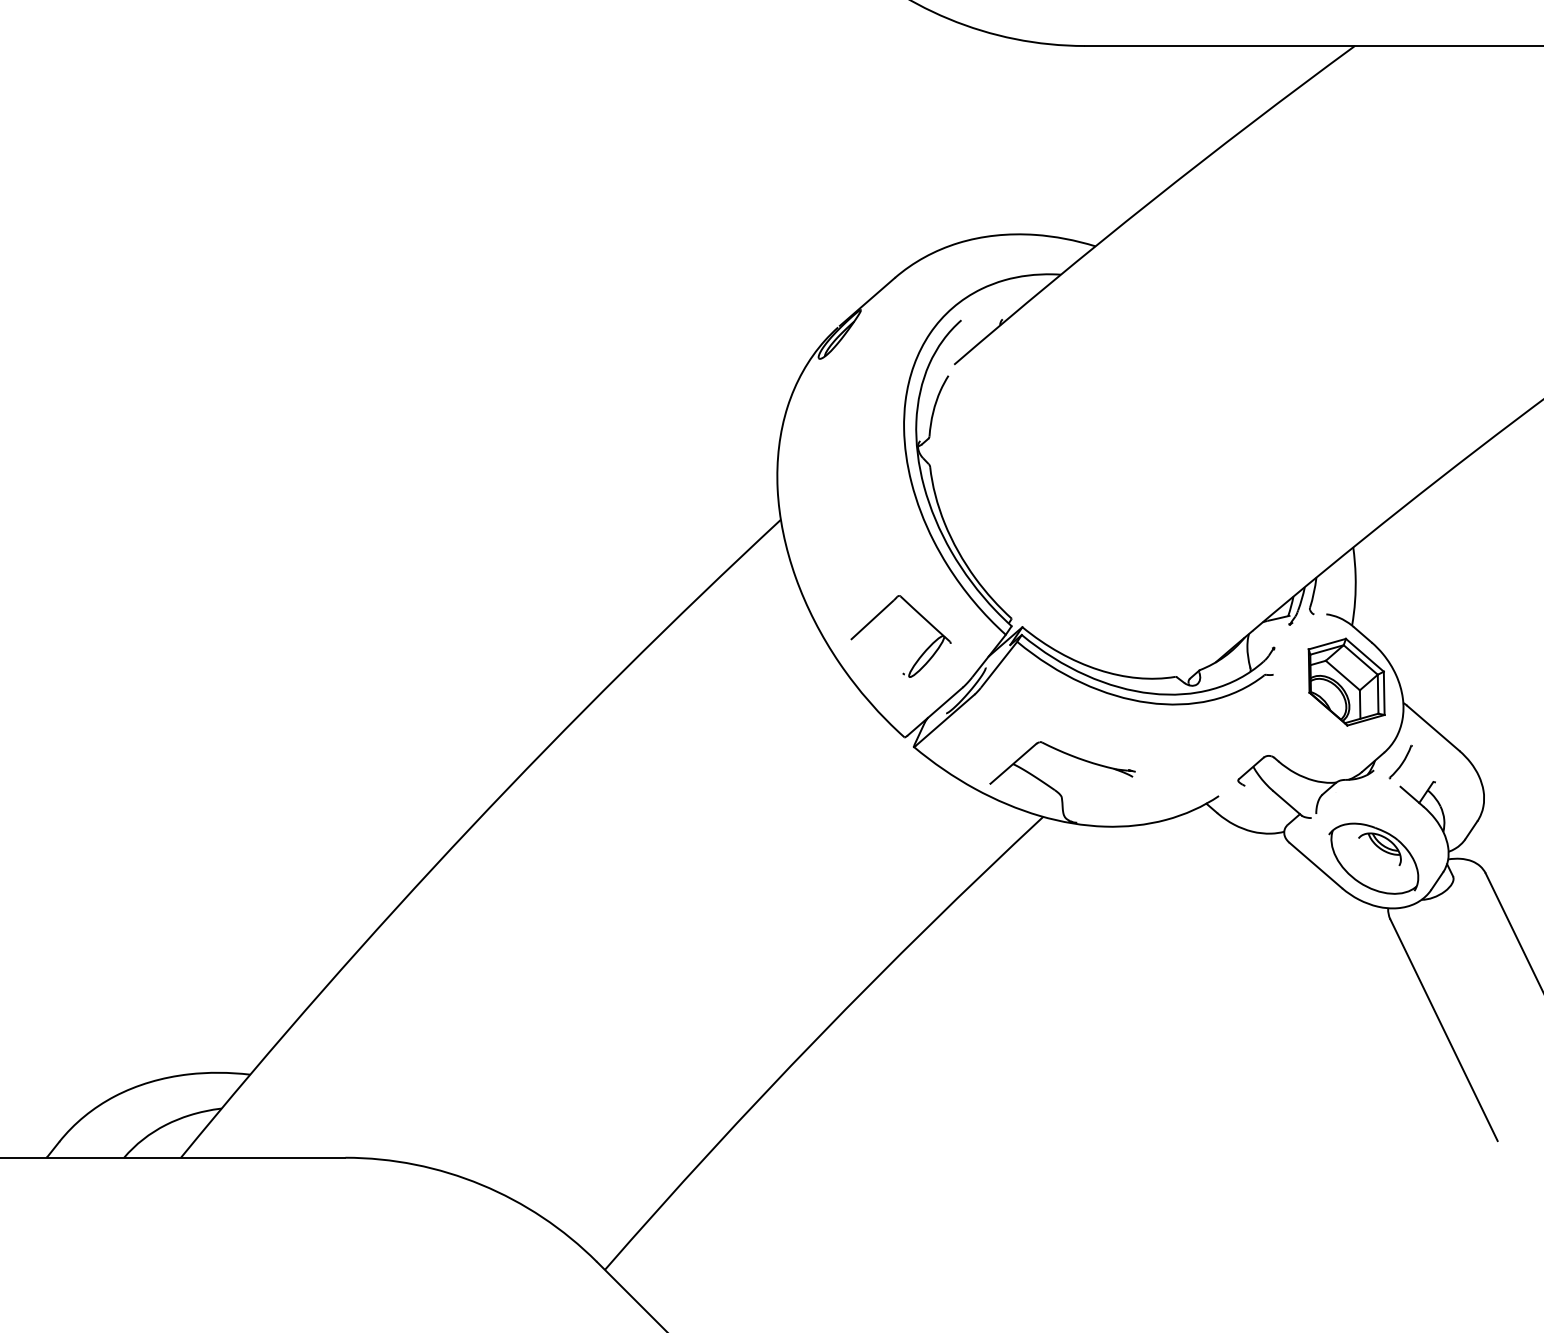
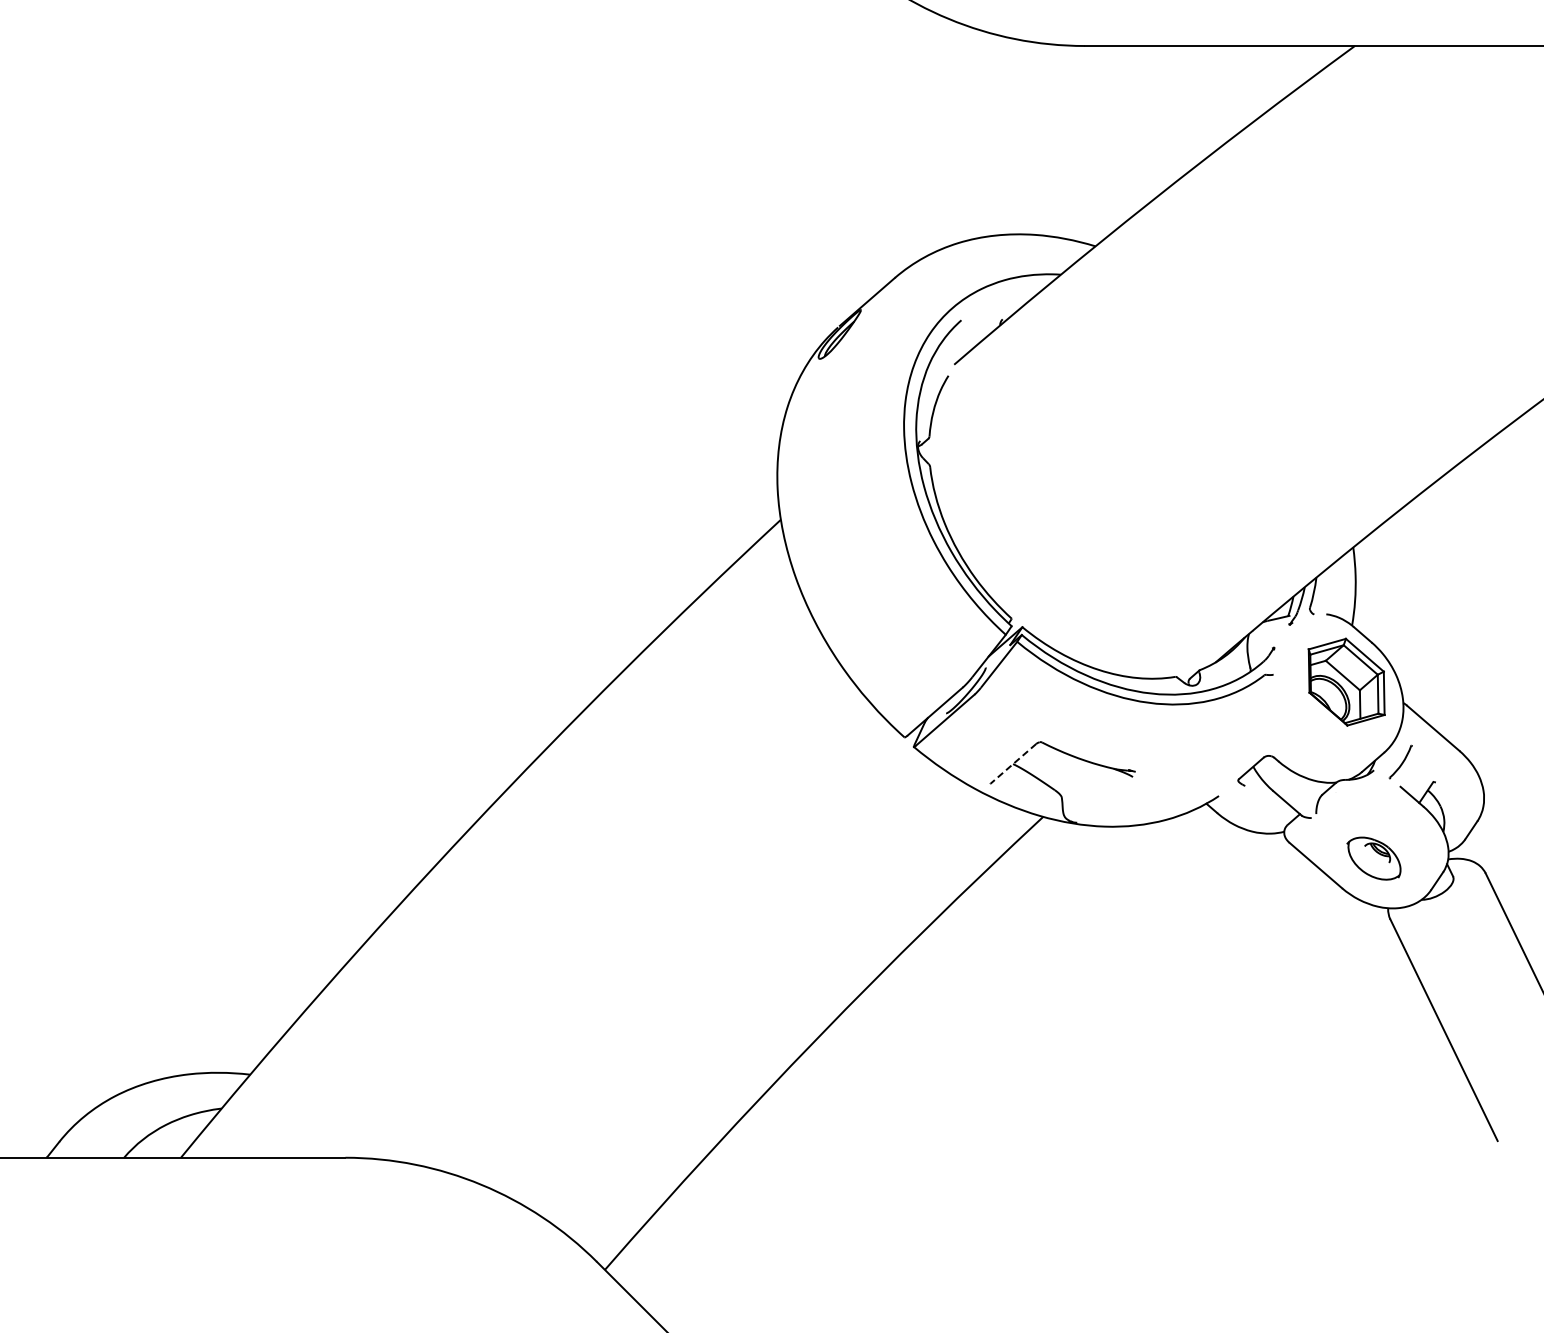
part at (920, 655): present -> none
line at (1013, 764): solid -> dashed
part at (1373, 858) size: 92x73 px -> 56x45 px
